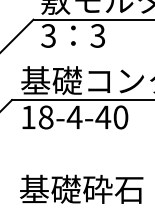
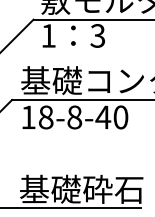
text at (48, 35): 3 -> 1
text at (74, 117): 18-4-40 -> 18-8-40
line at (71, 208): none -> present
